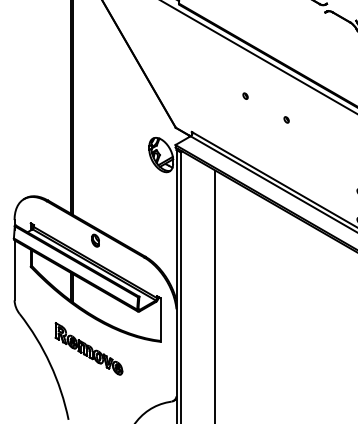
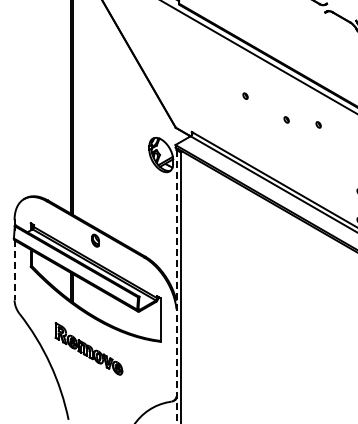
part at (318, 124): none -> present
line at (14, 270): solid -> dashed
line at (176, 286): solid -> dashed
line at (215, 295): present -> none
